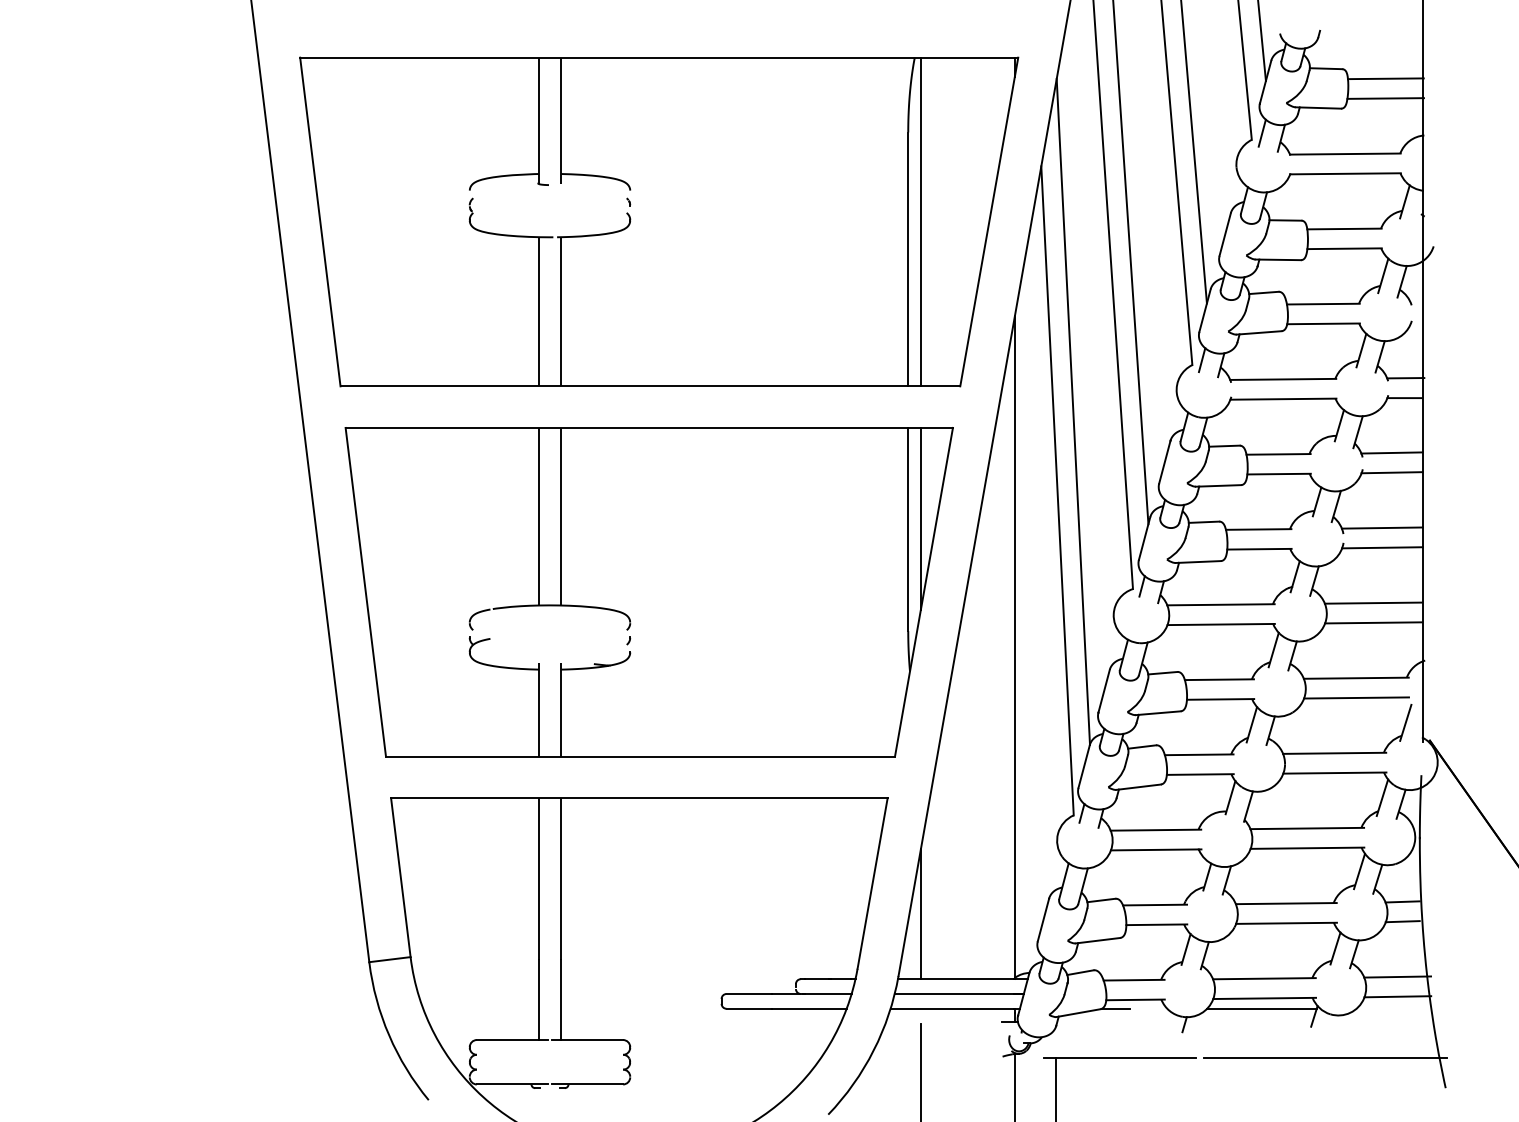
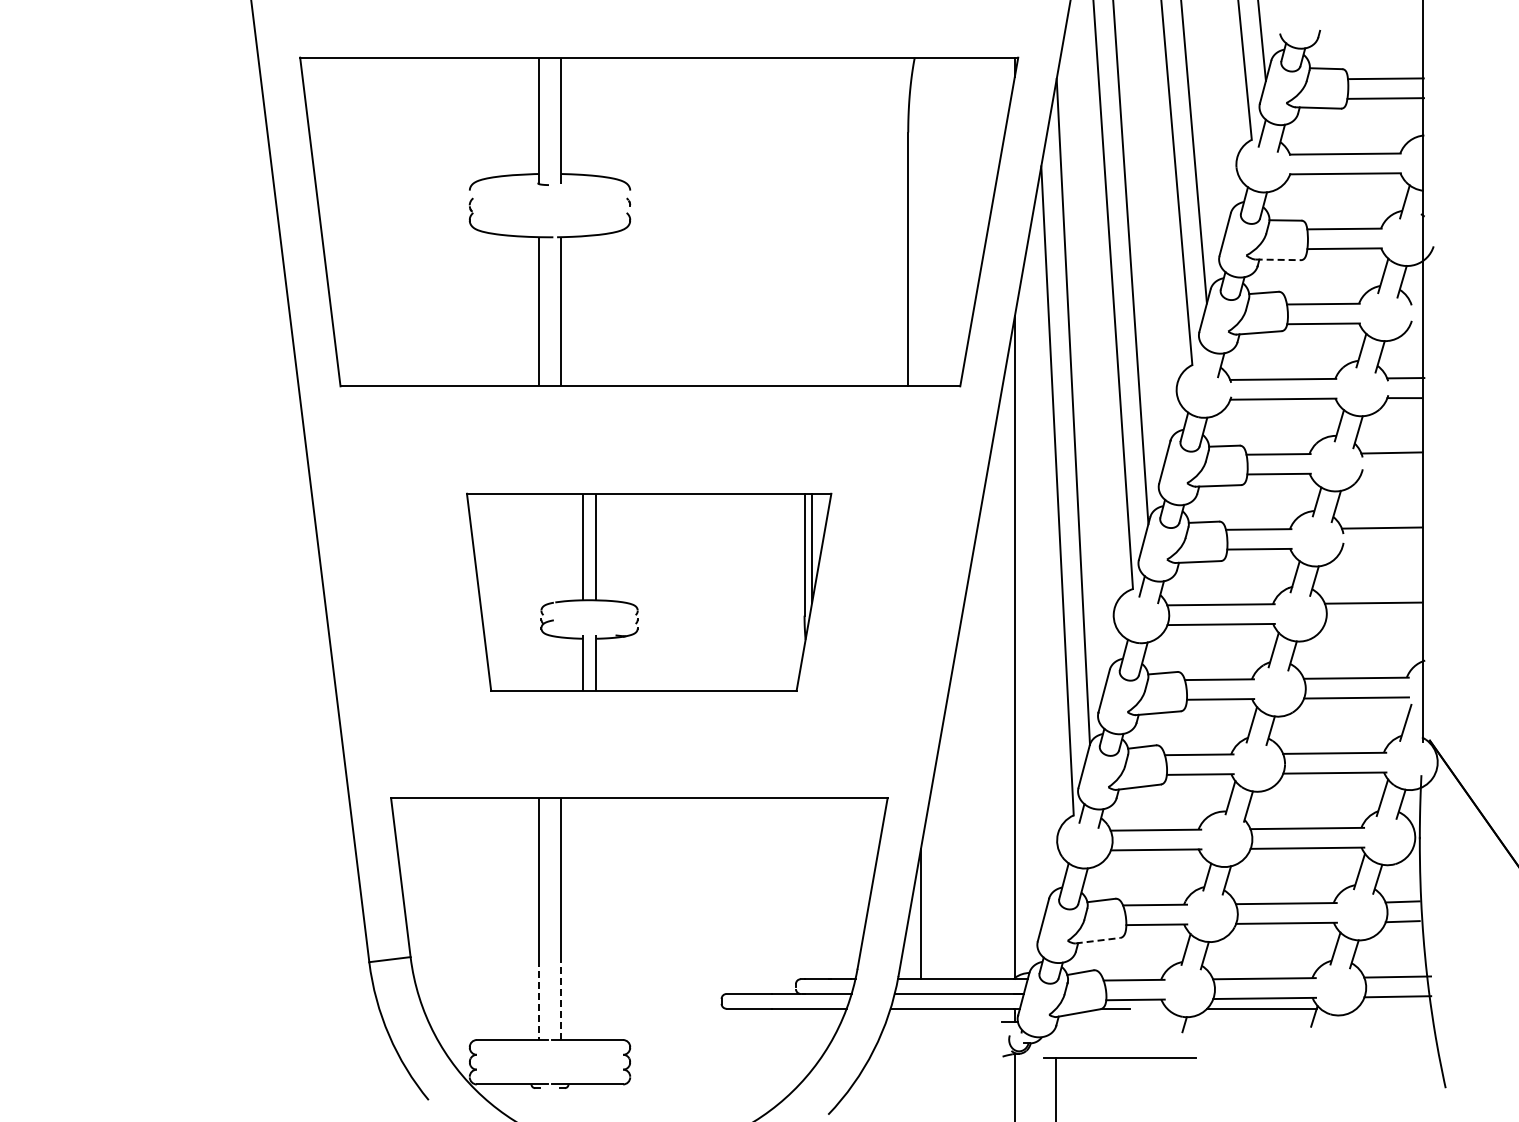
line at (920, 221): present -> none
line at (1278, 259): solid -> dashed
line at (1201, 360): present -> none
line at (1391, 472): present -> none
line at (1382, 547): present -> none
part at (648, 592) size: 610x331 px -> 367x200 px
line at (1373, 622): present -> none
line at (1098, 940): solid -> dashed
line at (561, 999): solid -> dashed
line at (538, 1000): solid -> dashed
line at (1325, 1058): present -> none
line at (920, 1070): present -> none
